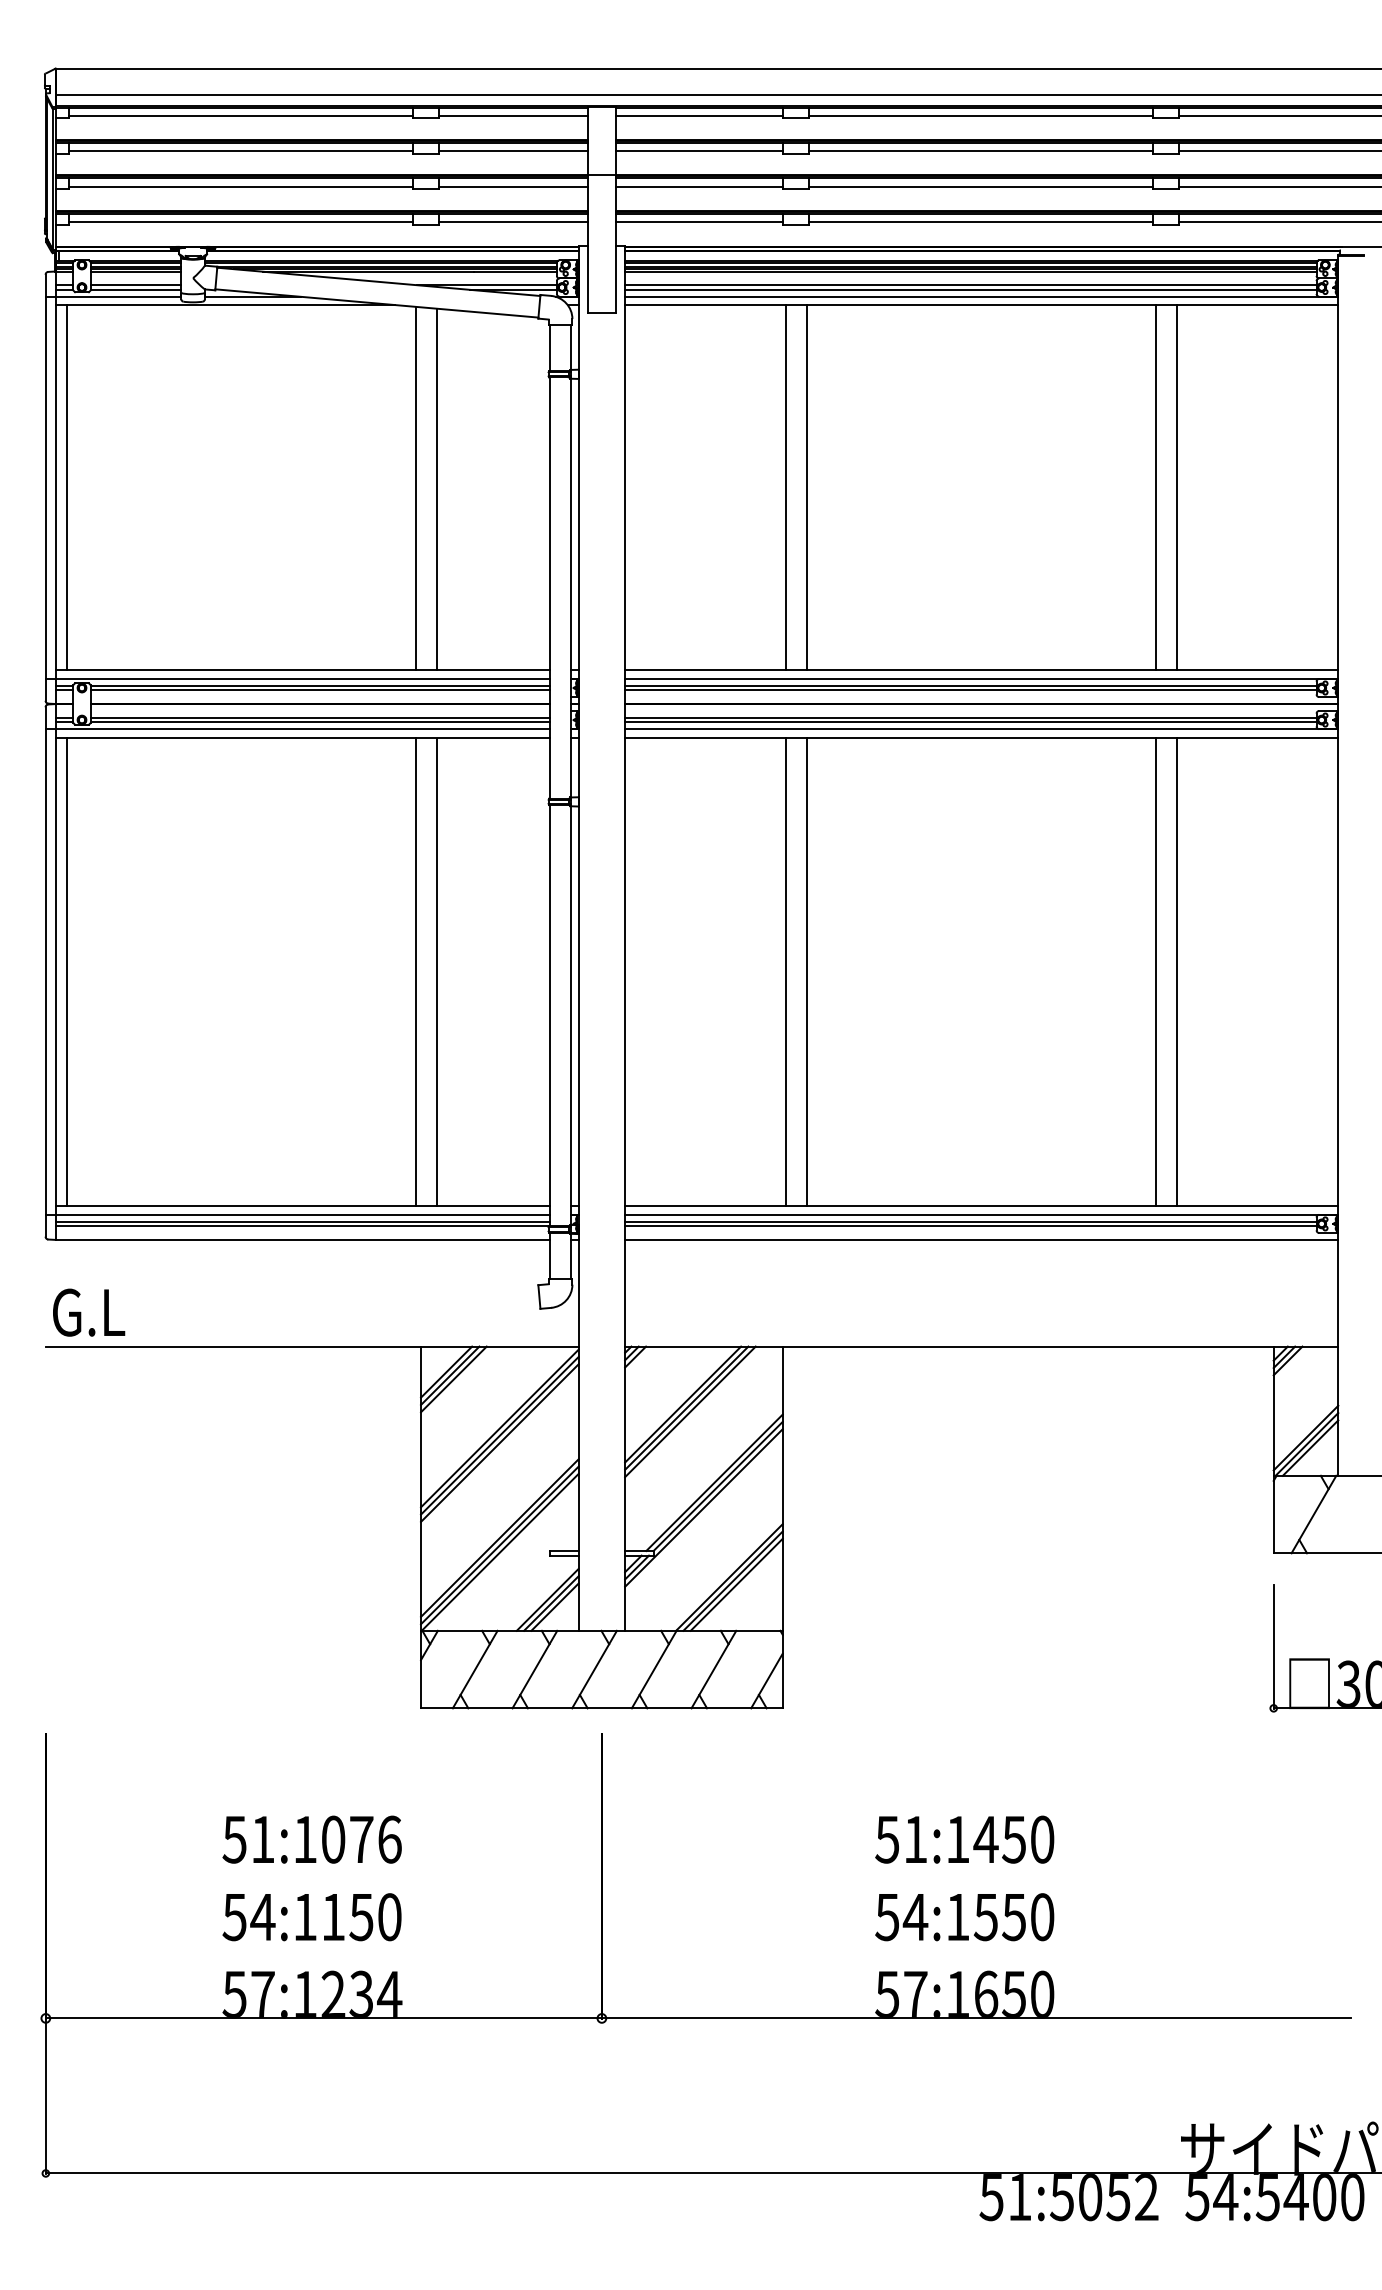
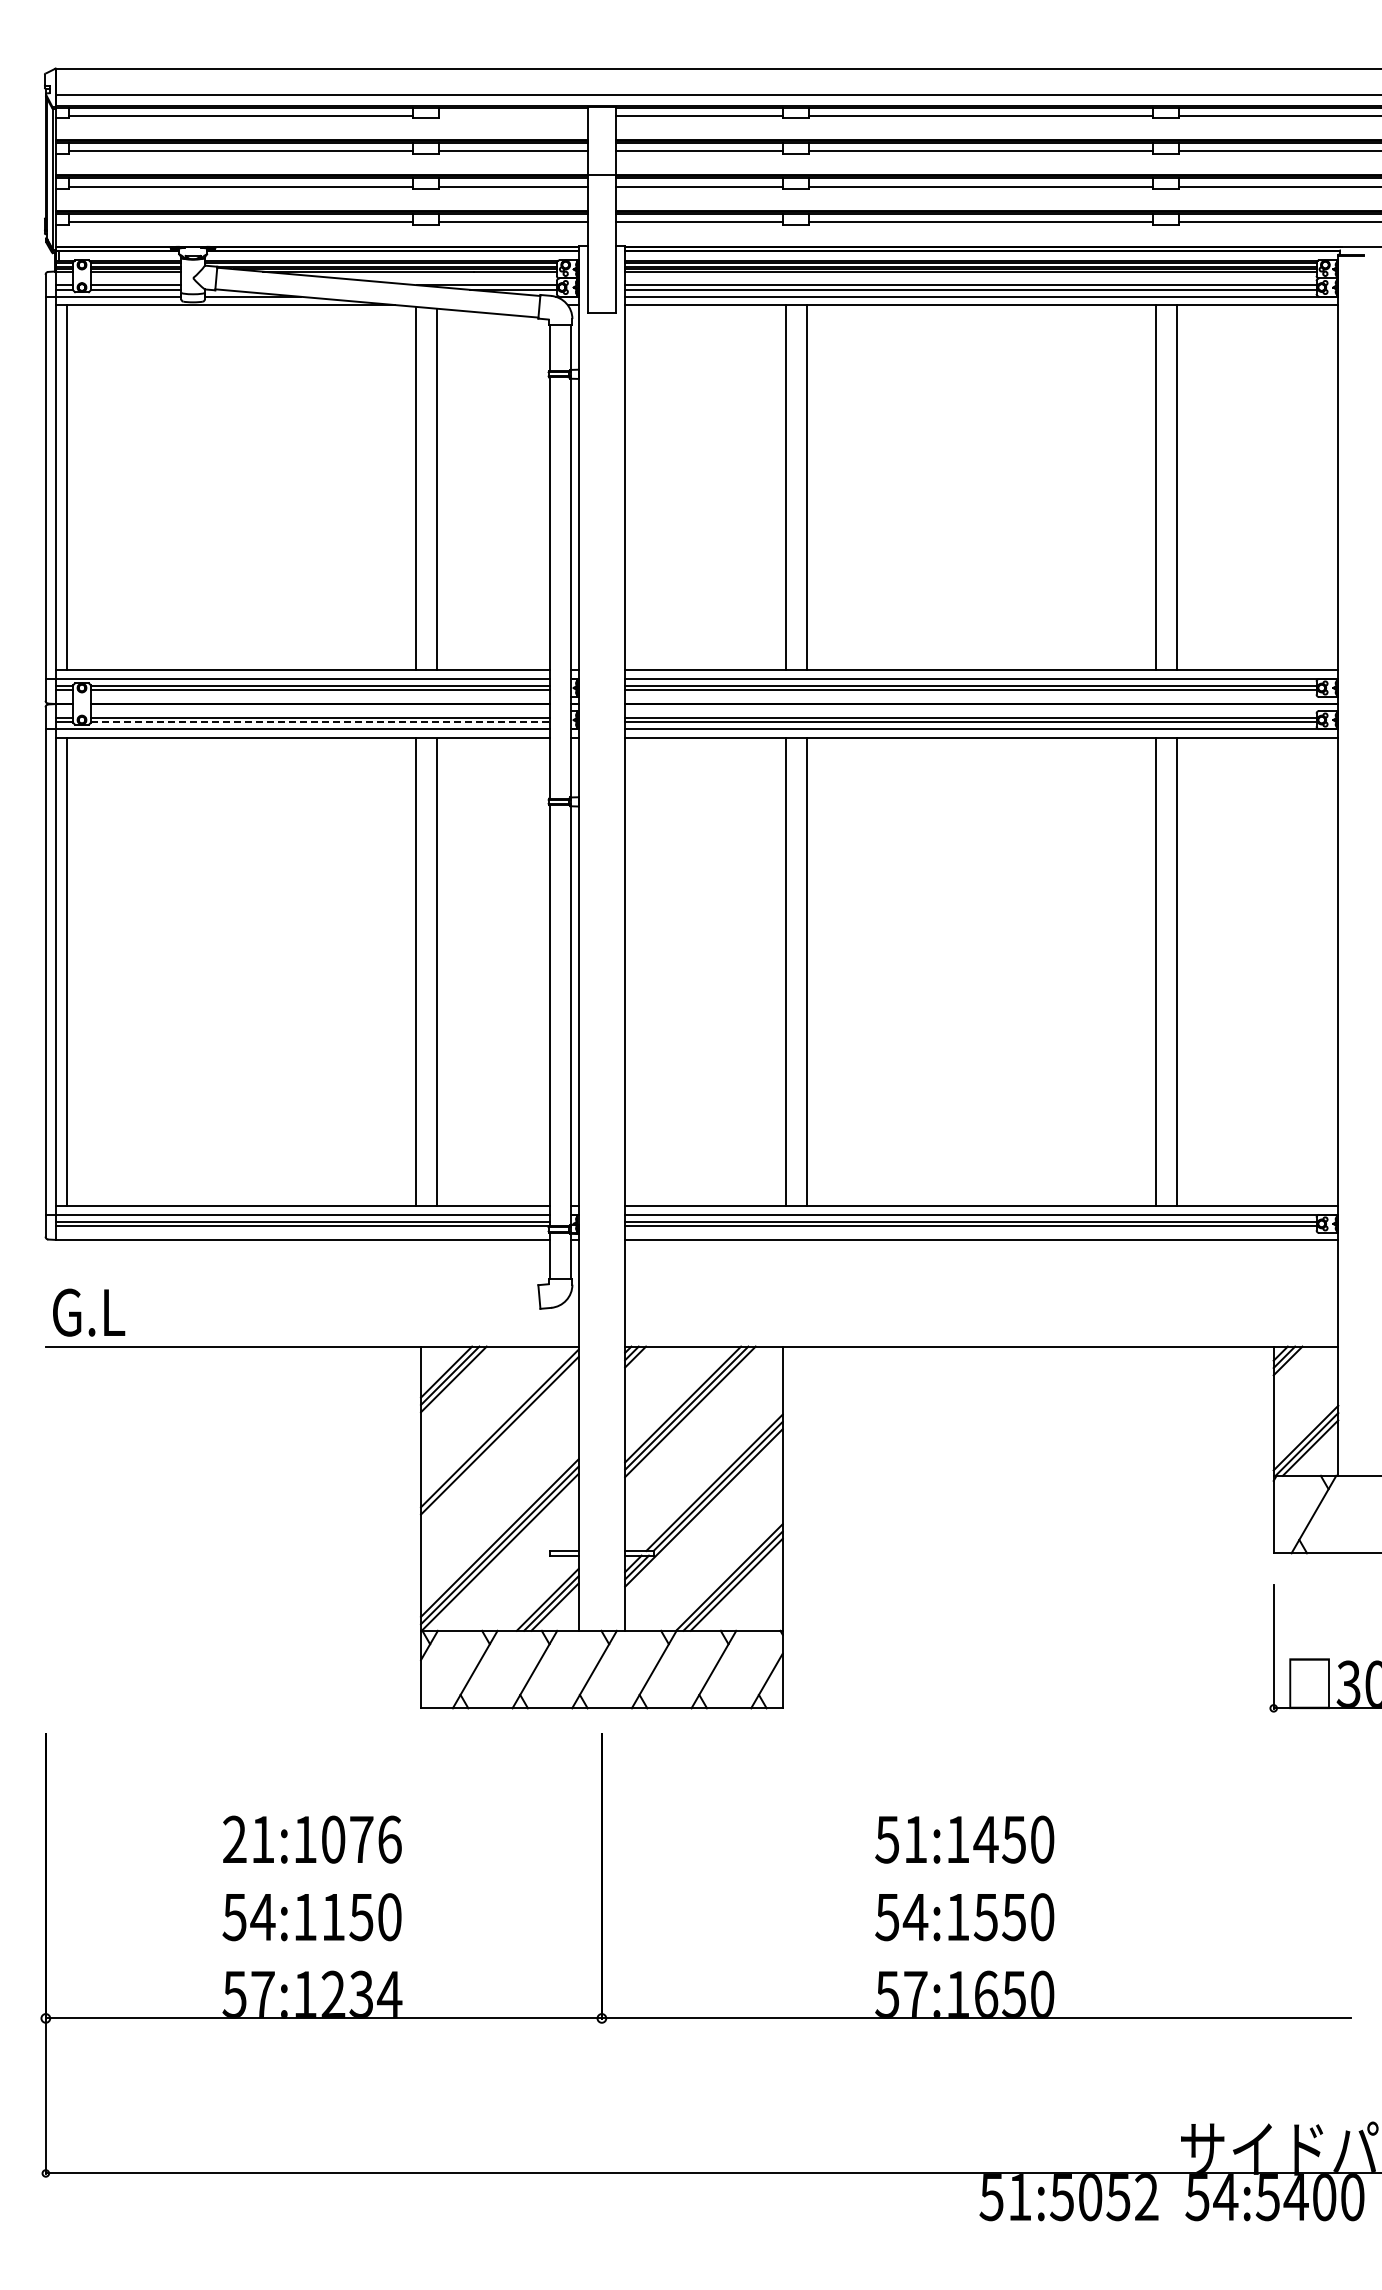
line at (513, 115): present -> none
line at (320, 722): solid -> dashed
line at (499, 1442): present -> none
text at (234, 1839): 51:1076 -> 21:1076
